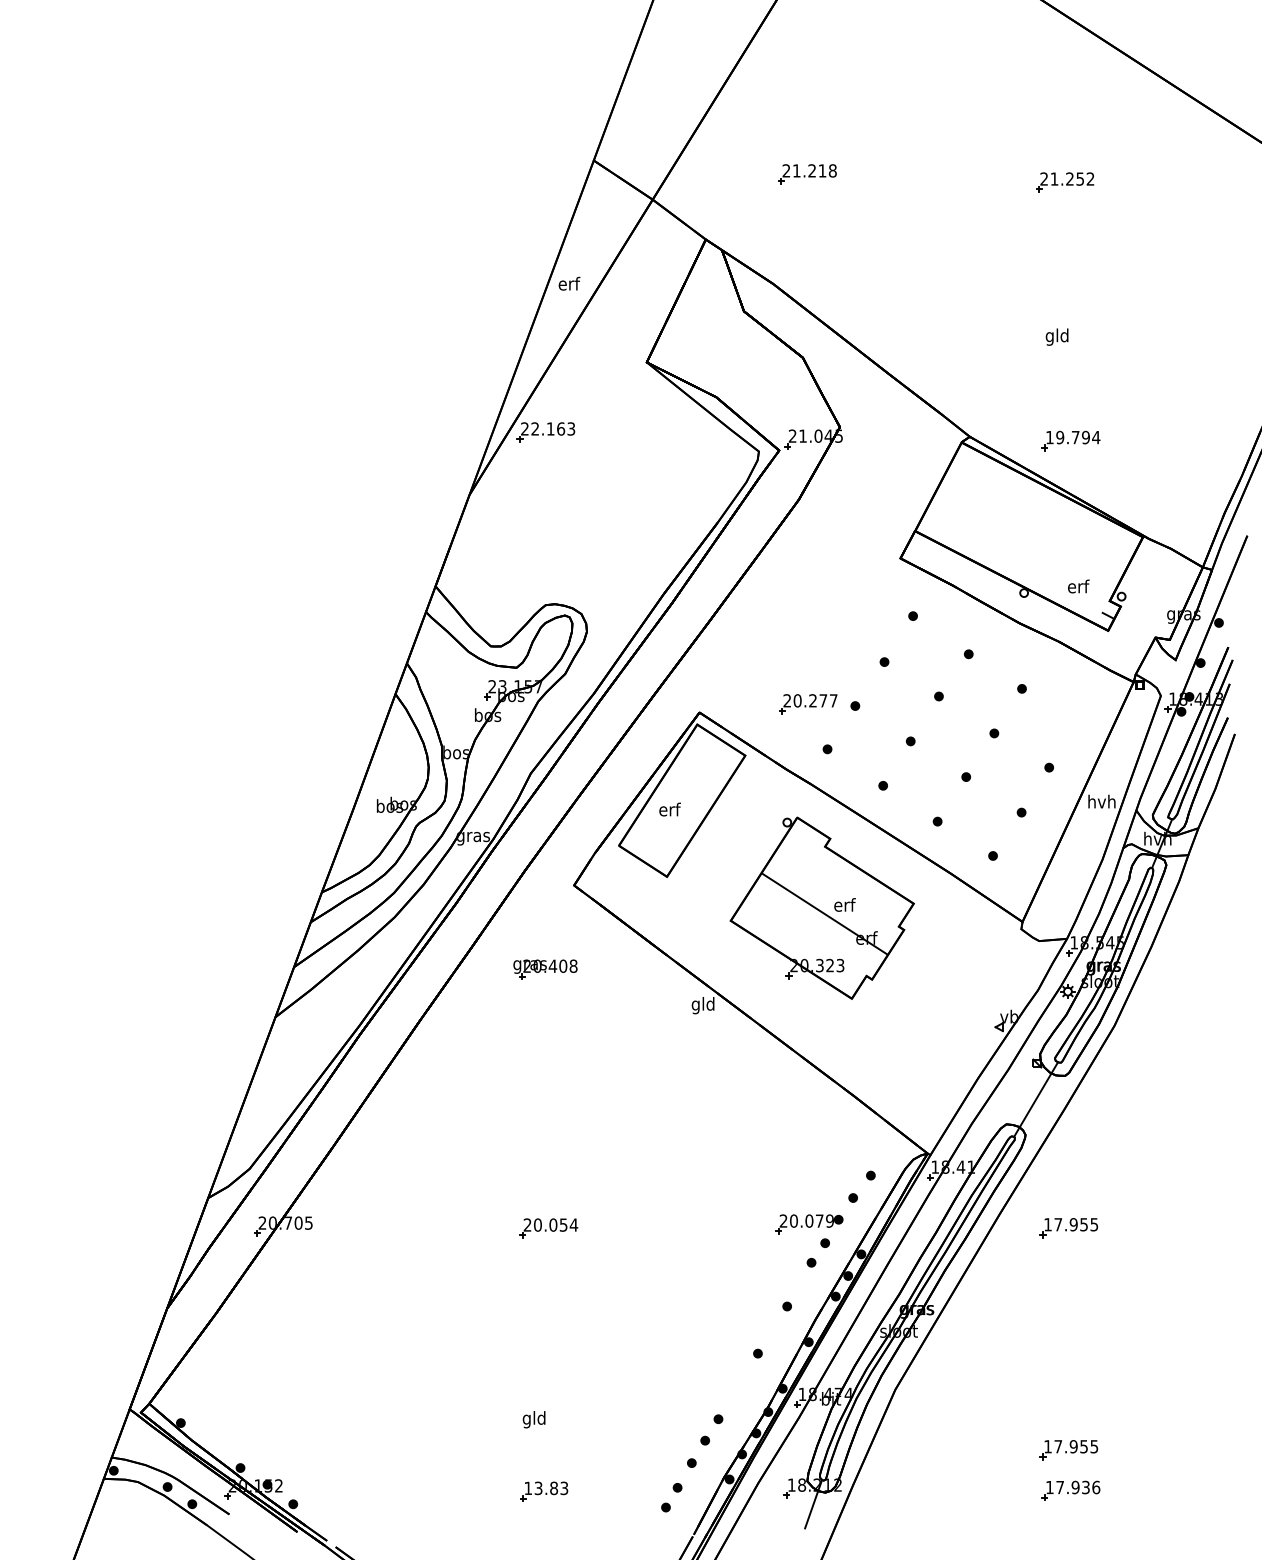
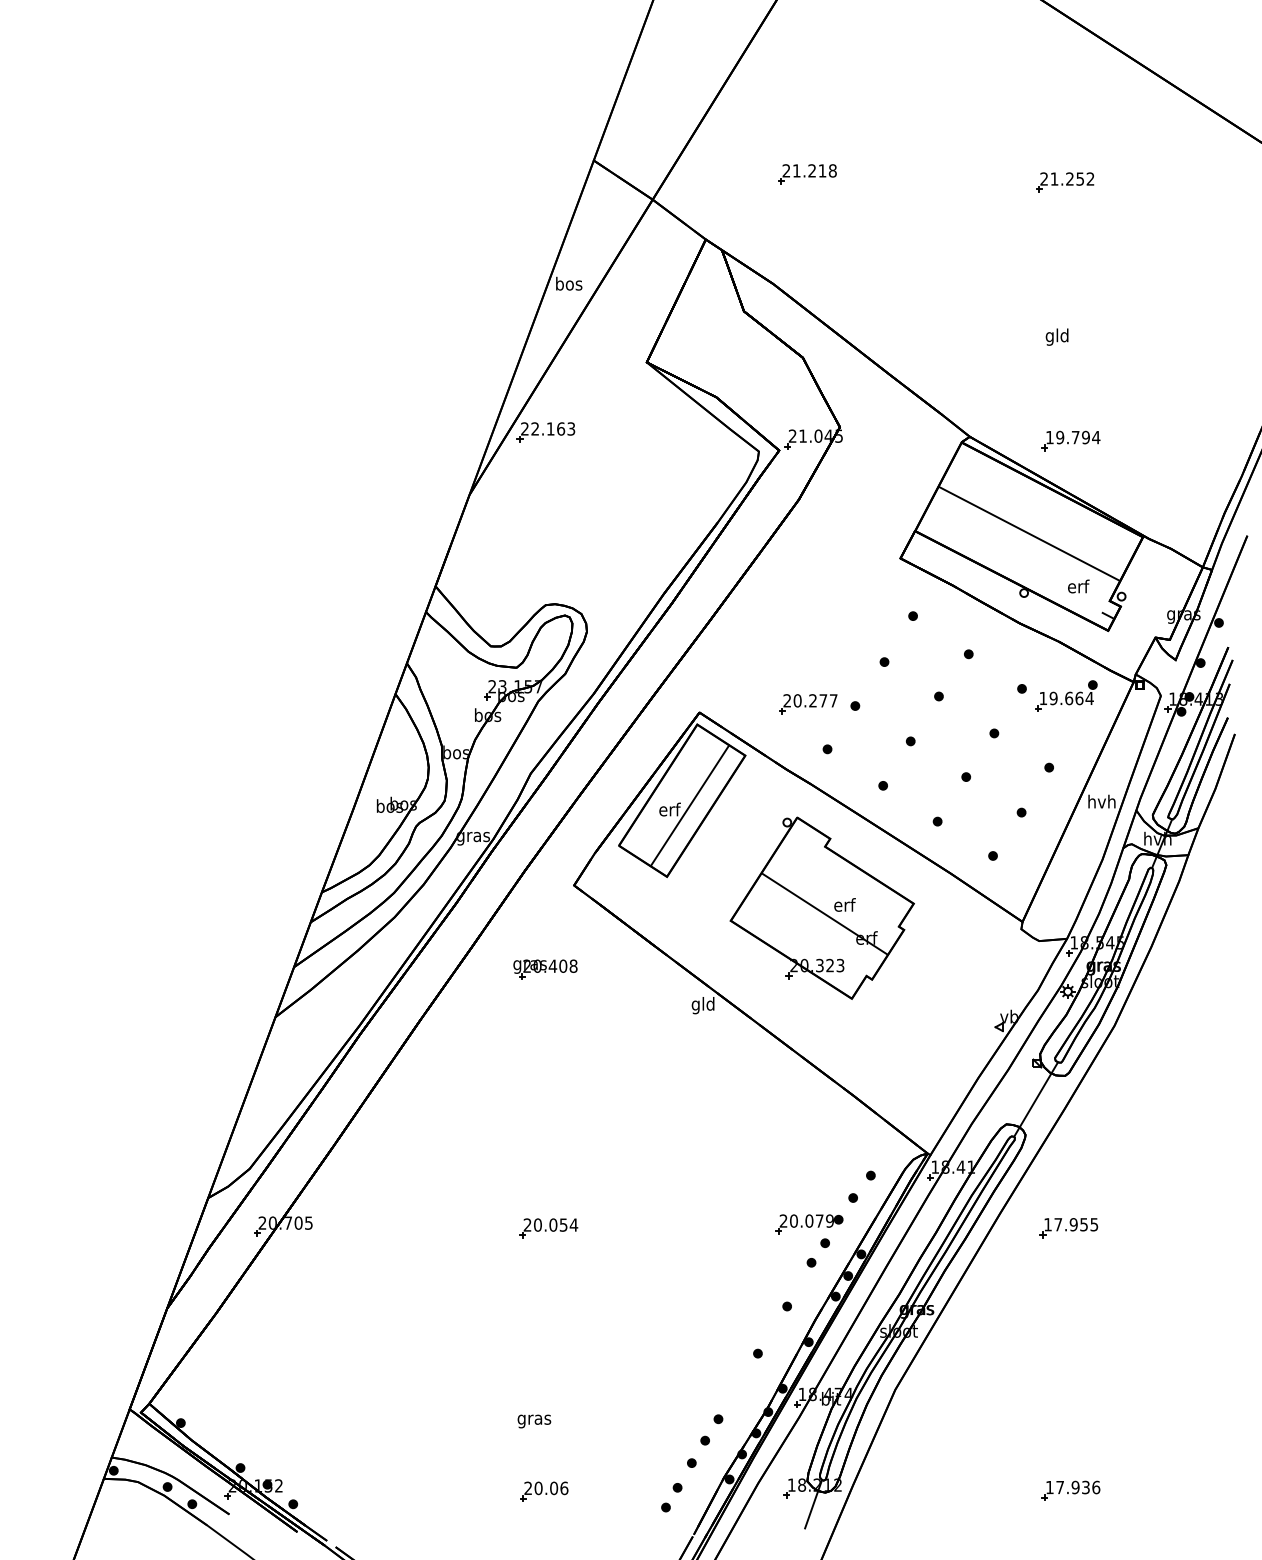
text at (569, 283): erf -> bos
line at (1029, 533): none -> present
part at (1066, 695): none -> present
line at (689, 805): none -> present
text at (534, 1419): gld -> gras
part at (1068, 1450): present -> none
text at (546, 1488): 13.83 -> 20.06
